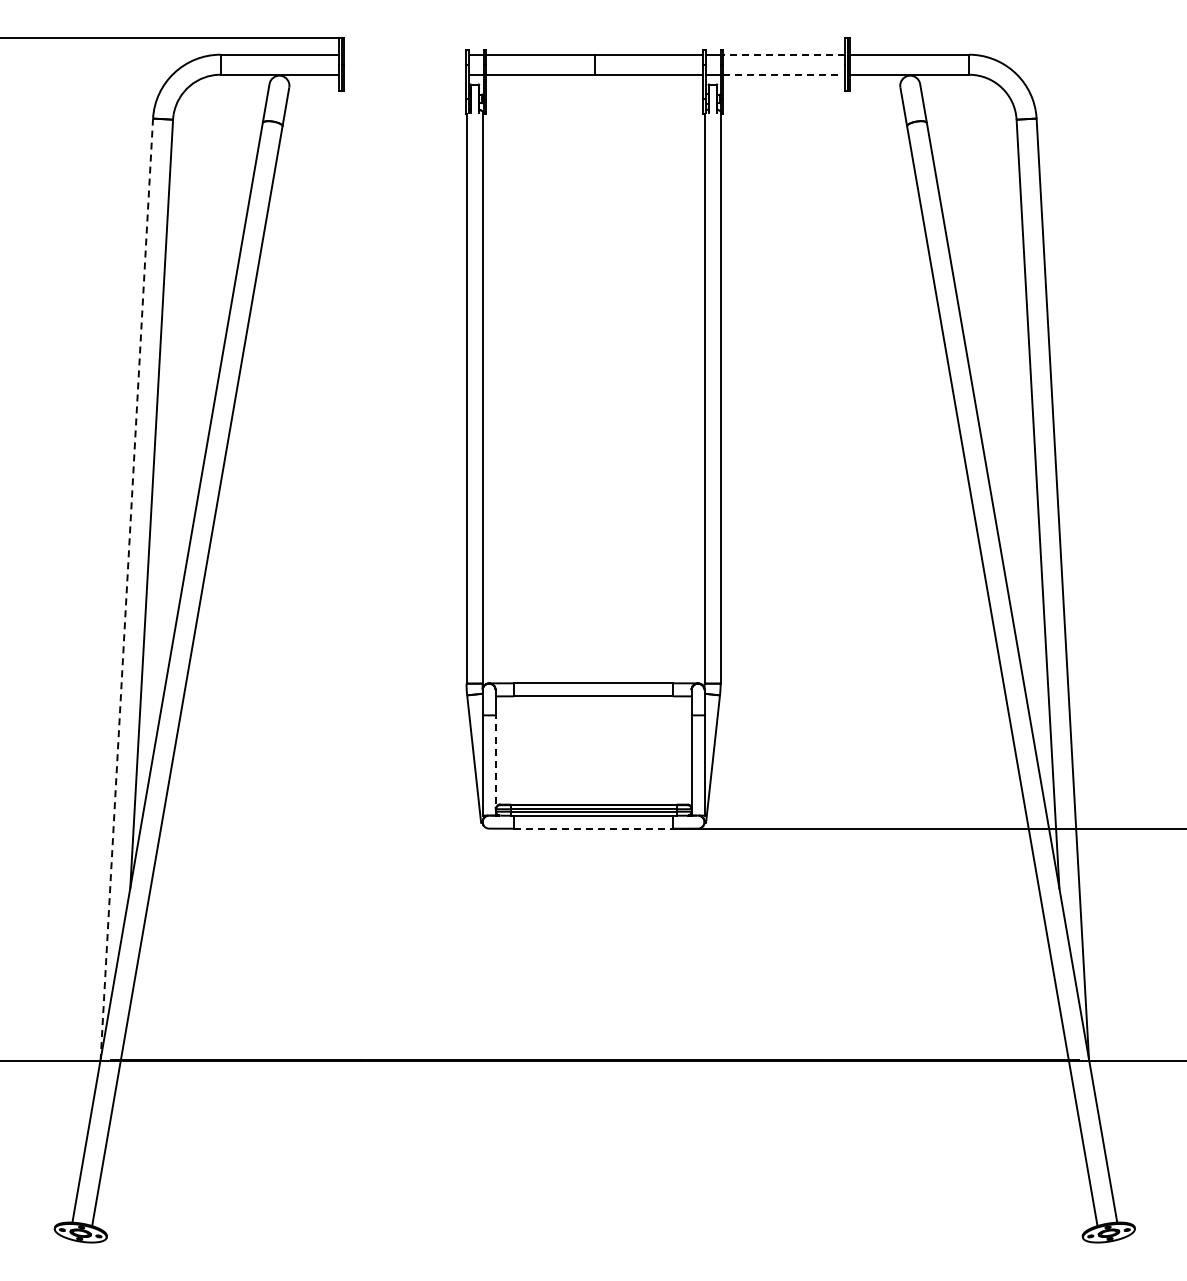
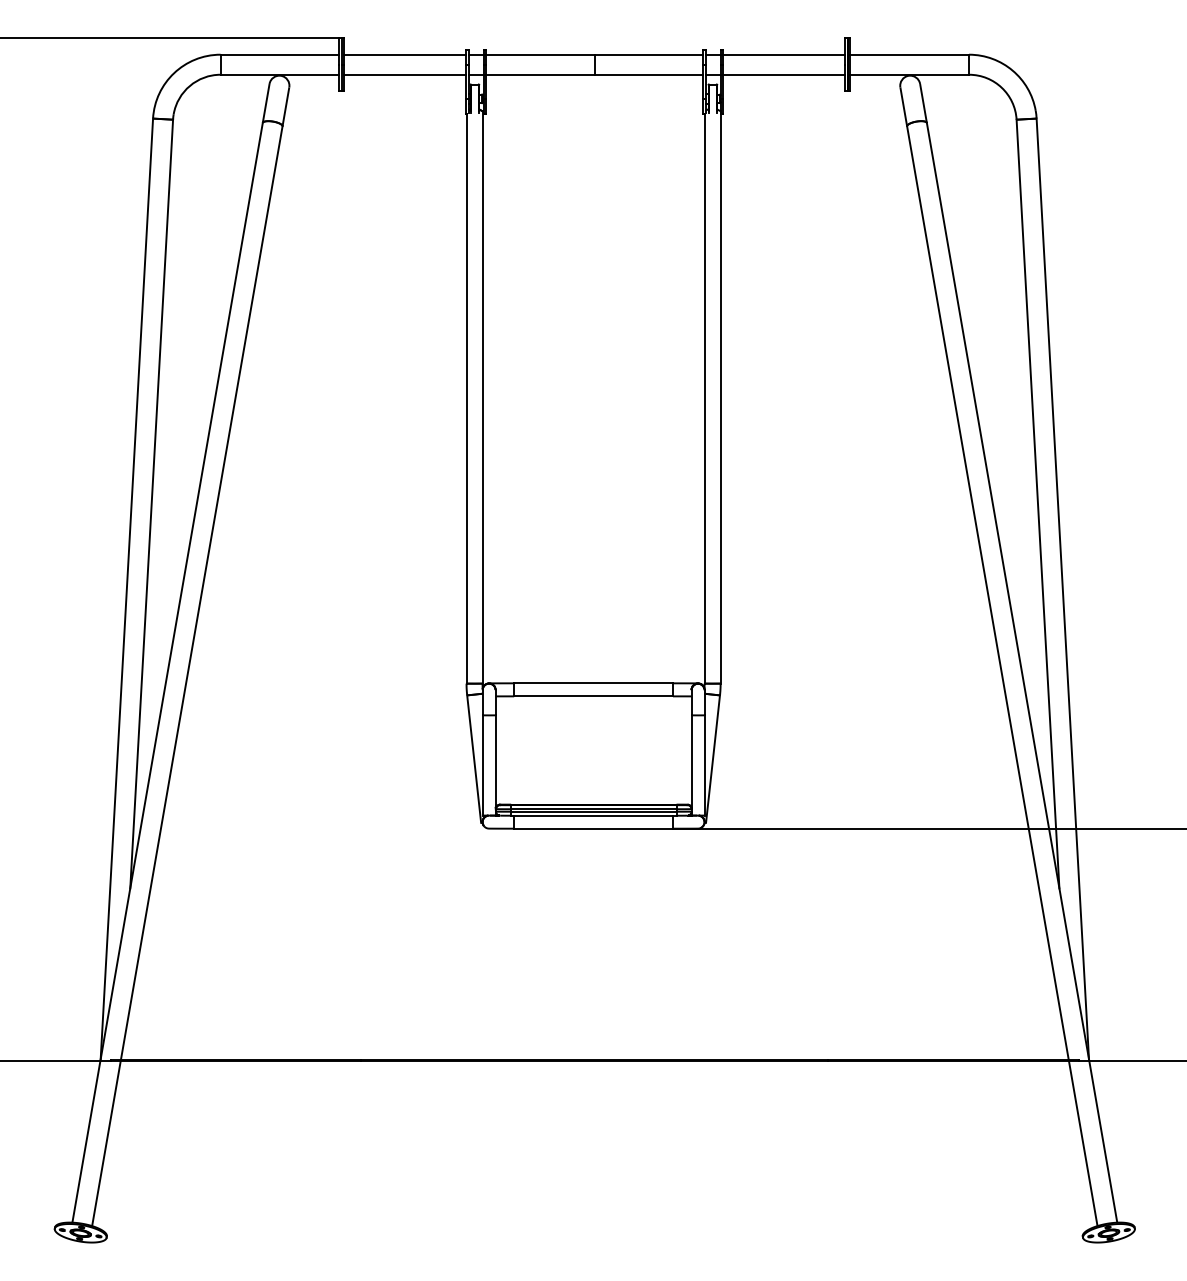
line at (405, 54): none -> present
line at (783, 54): dashed -> solid
line at (405, 74): none -> present
line at (784, 74): dashed -> solid
line at (126, 589): dashed -> solid
line at (495, 764): dashed -> solid
line at (594, 828): dashed -> solid
